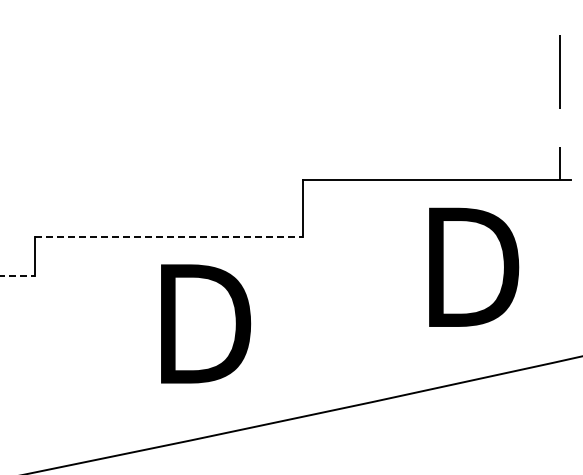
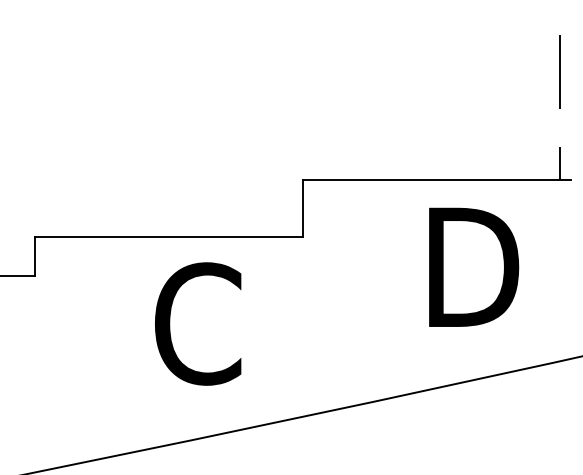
line at (169, 236): dashed -> solid
line at (18, 275): dashed -> solid
text at (203, 323): D -> C
